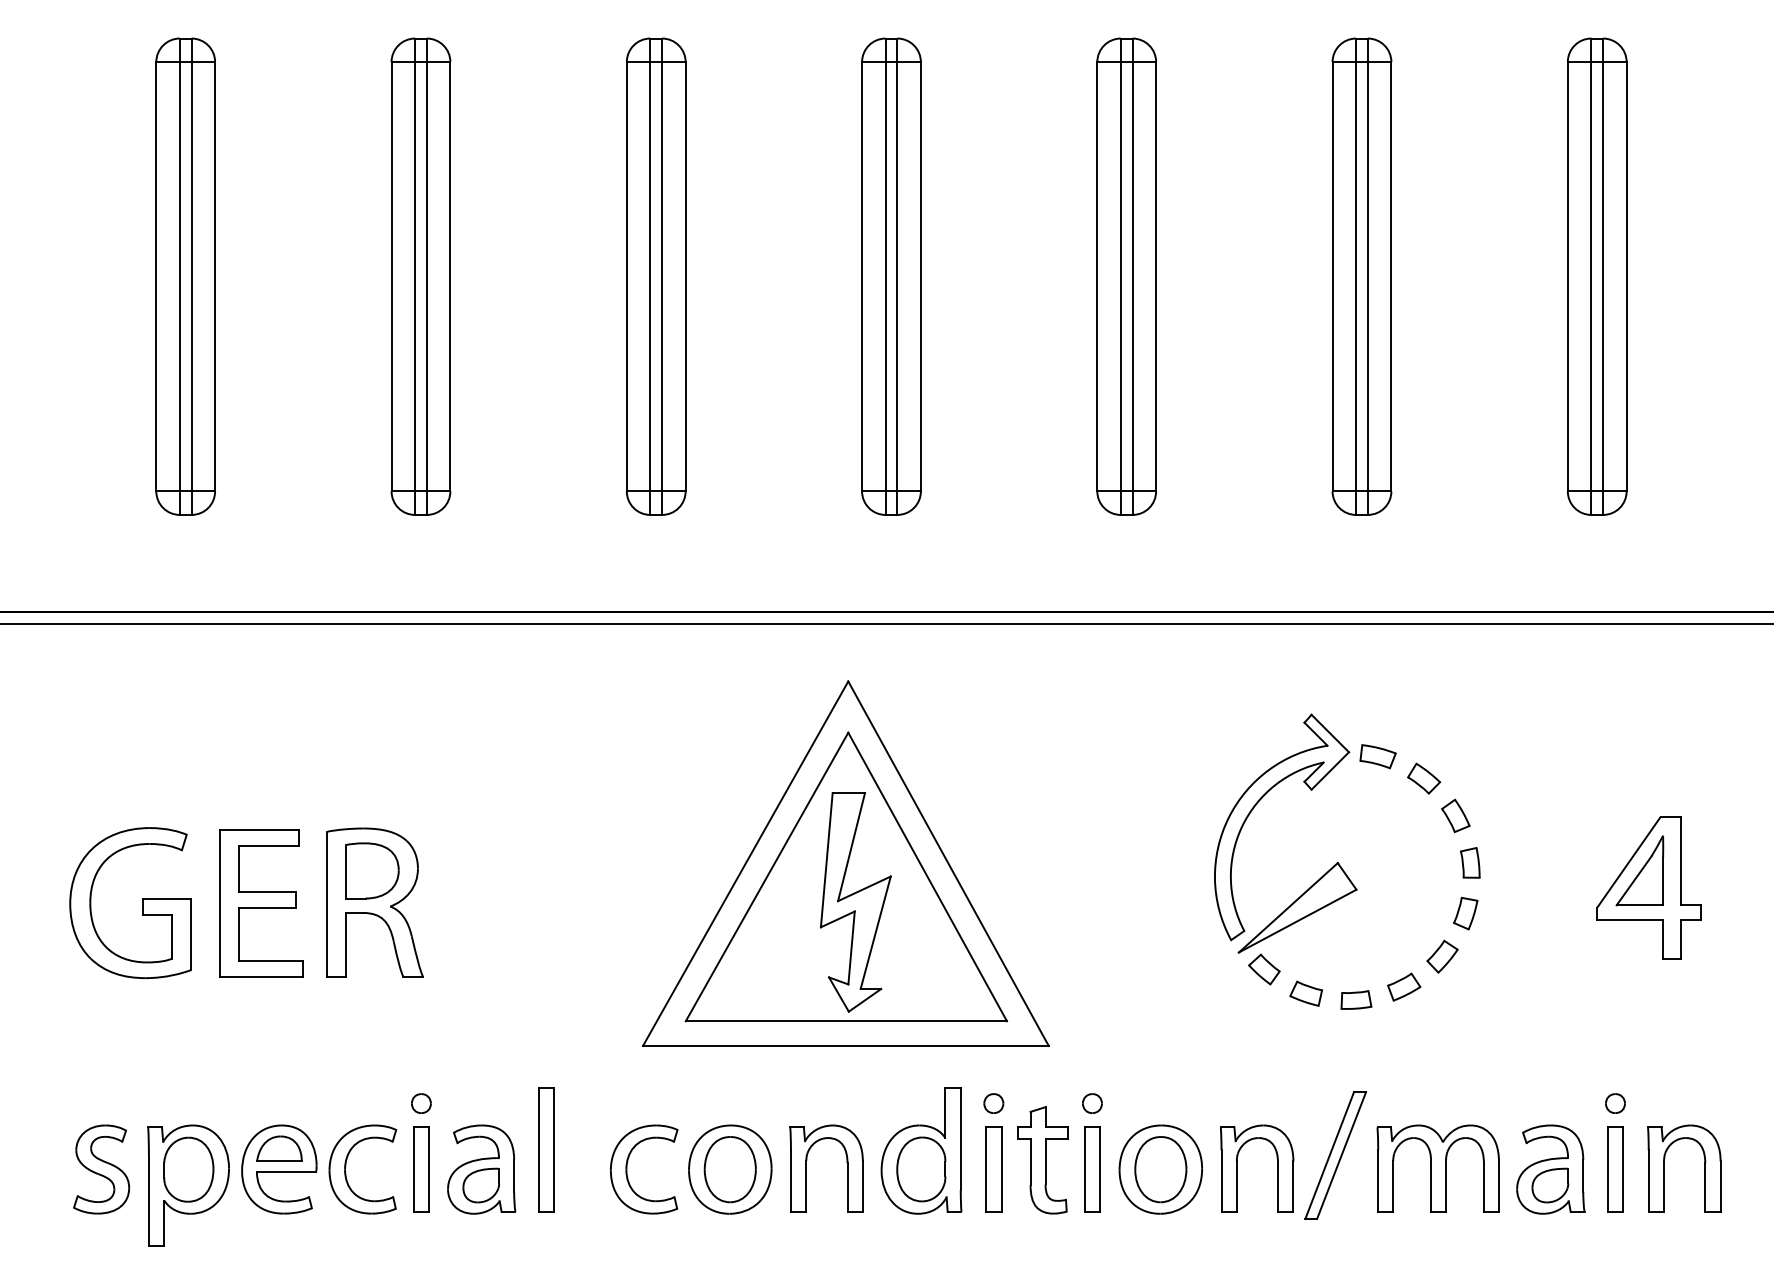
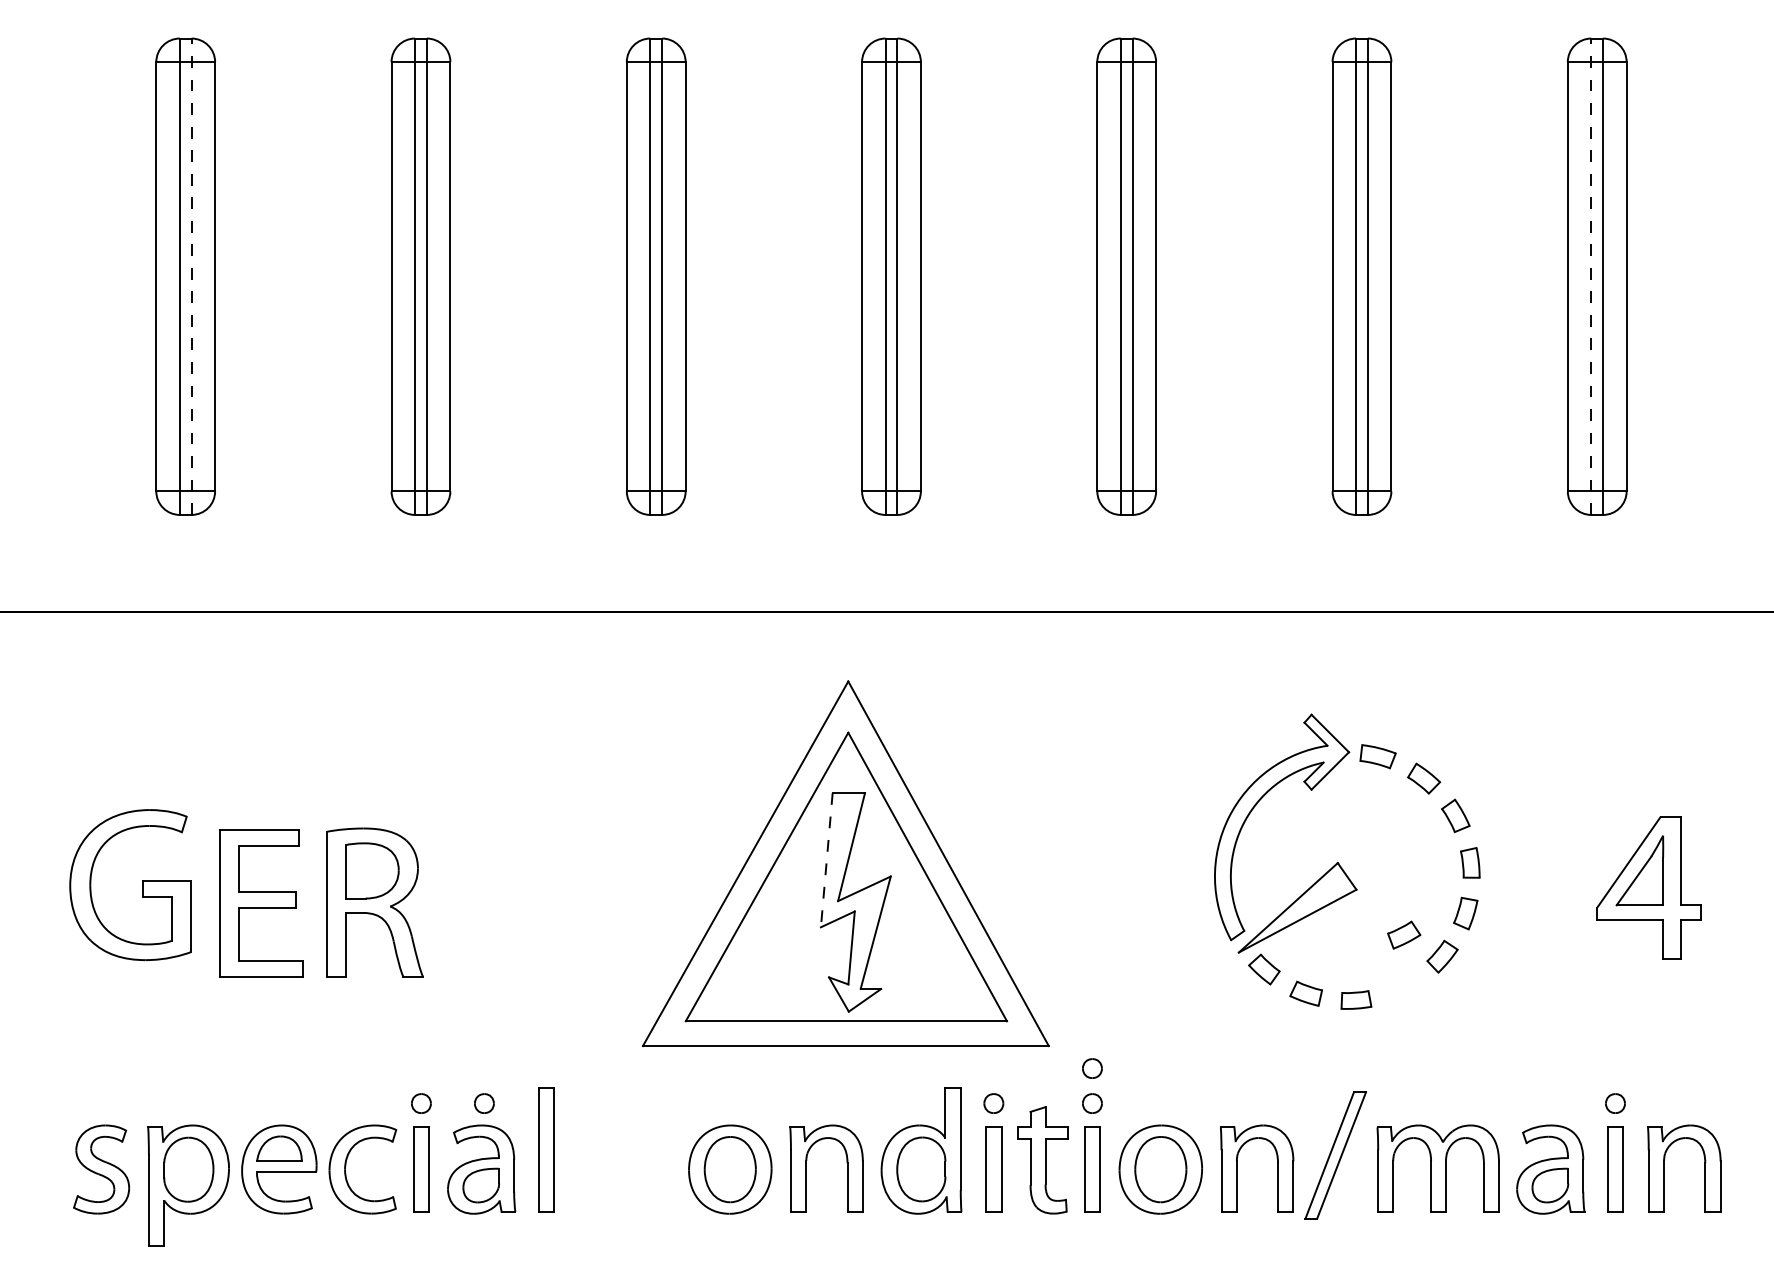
line at (191, 276): solid -> dashed
line at (1591, 276): solid -> dashed
line at (886, 623): present -> none
line at (826, 860): solid -> dashed
part at (142, 902) position: (142, 902) -> (142, 884)
part at (1404, 986) position: (1404, 986) -> (1404, 934)
part at (1092, 1068): none -> present
part at (484, 1103): none -> present
part at (627, 1169): present -> none
